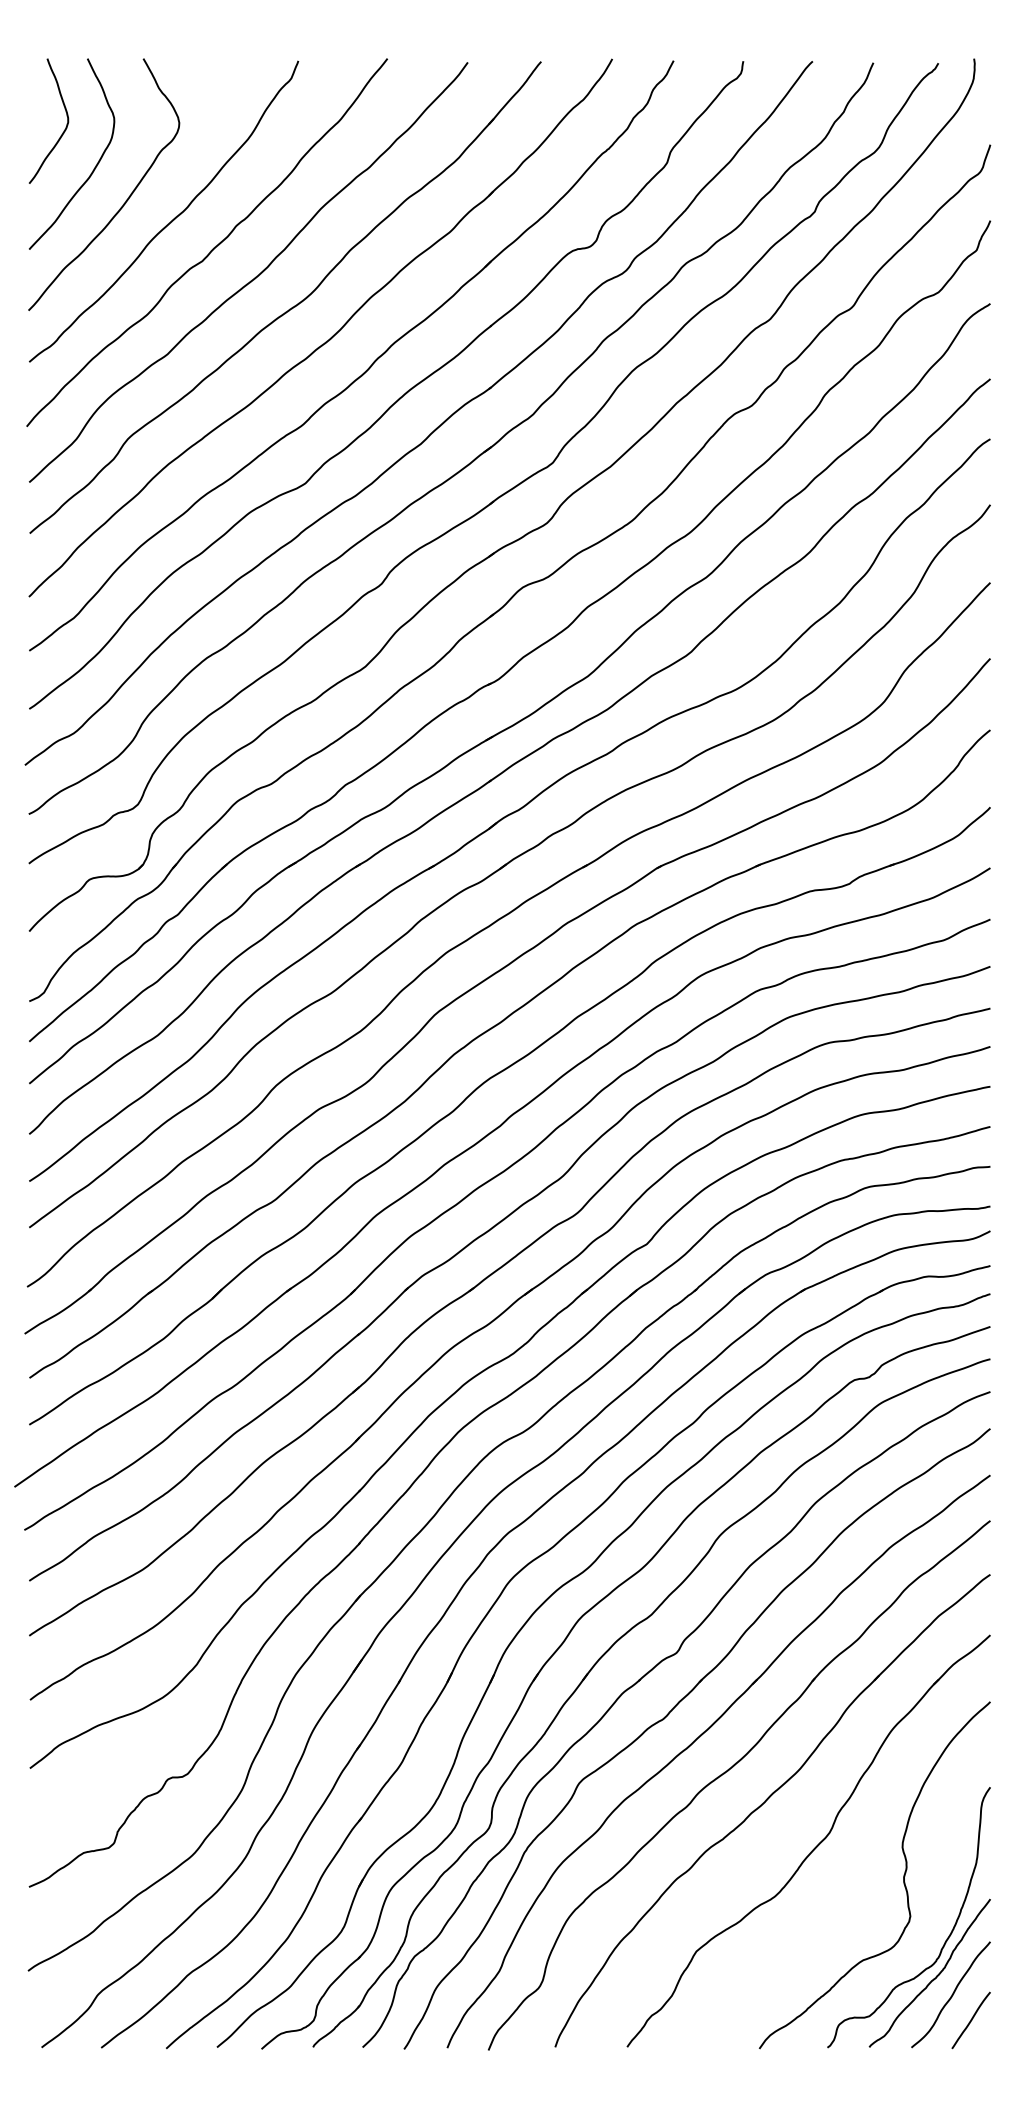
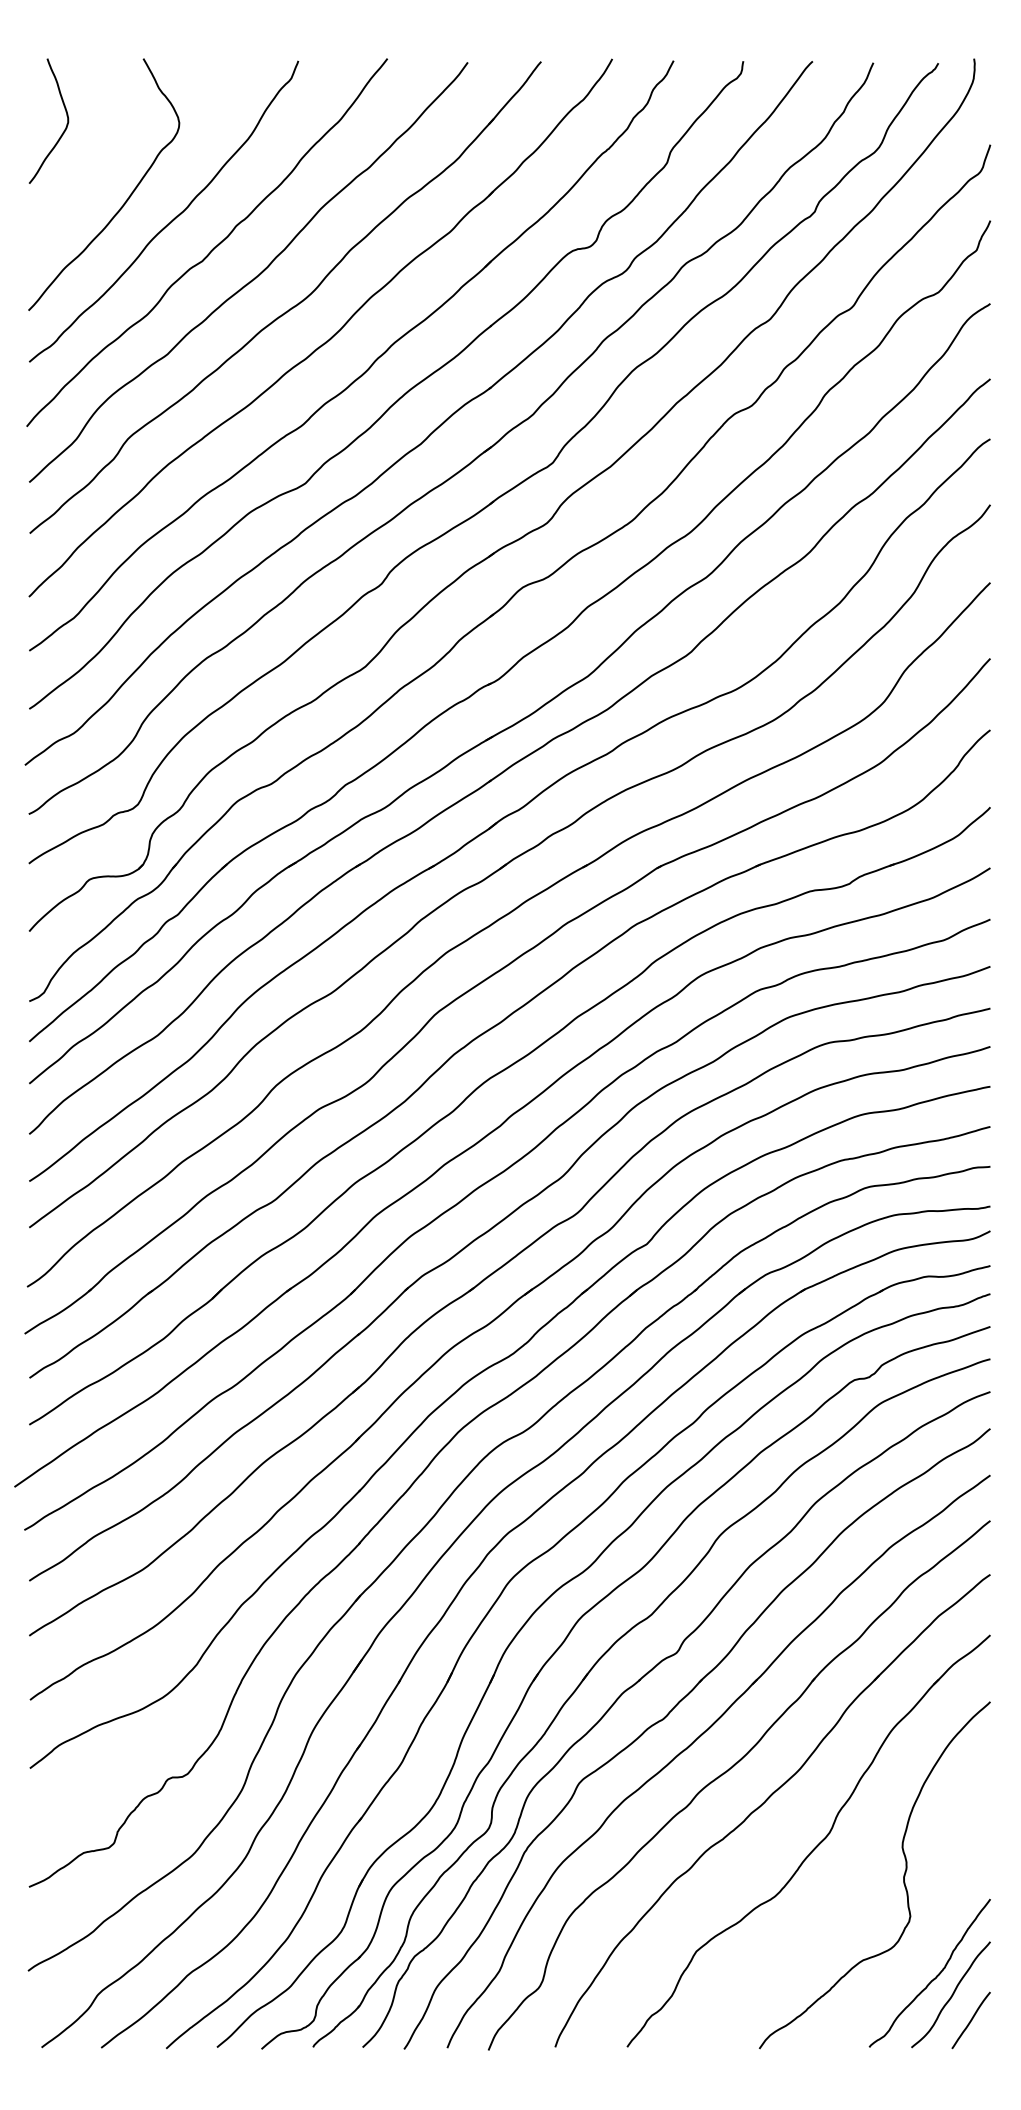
curve at (93, 168): present -> none
curve at (946, 1938): present -> none
